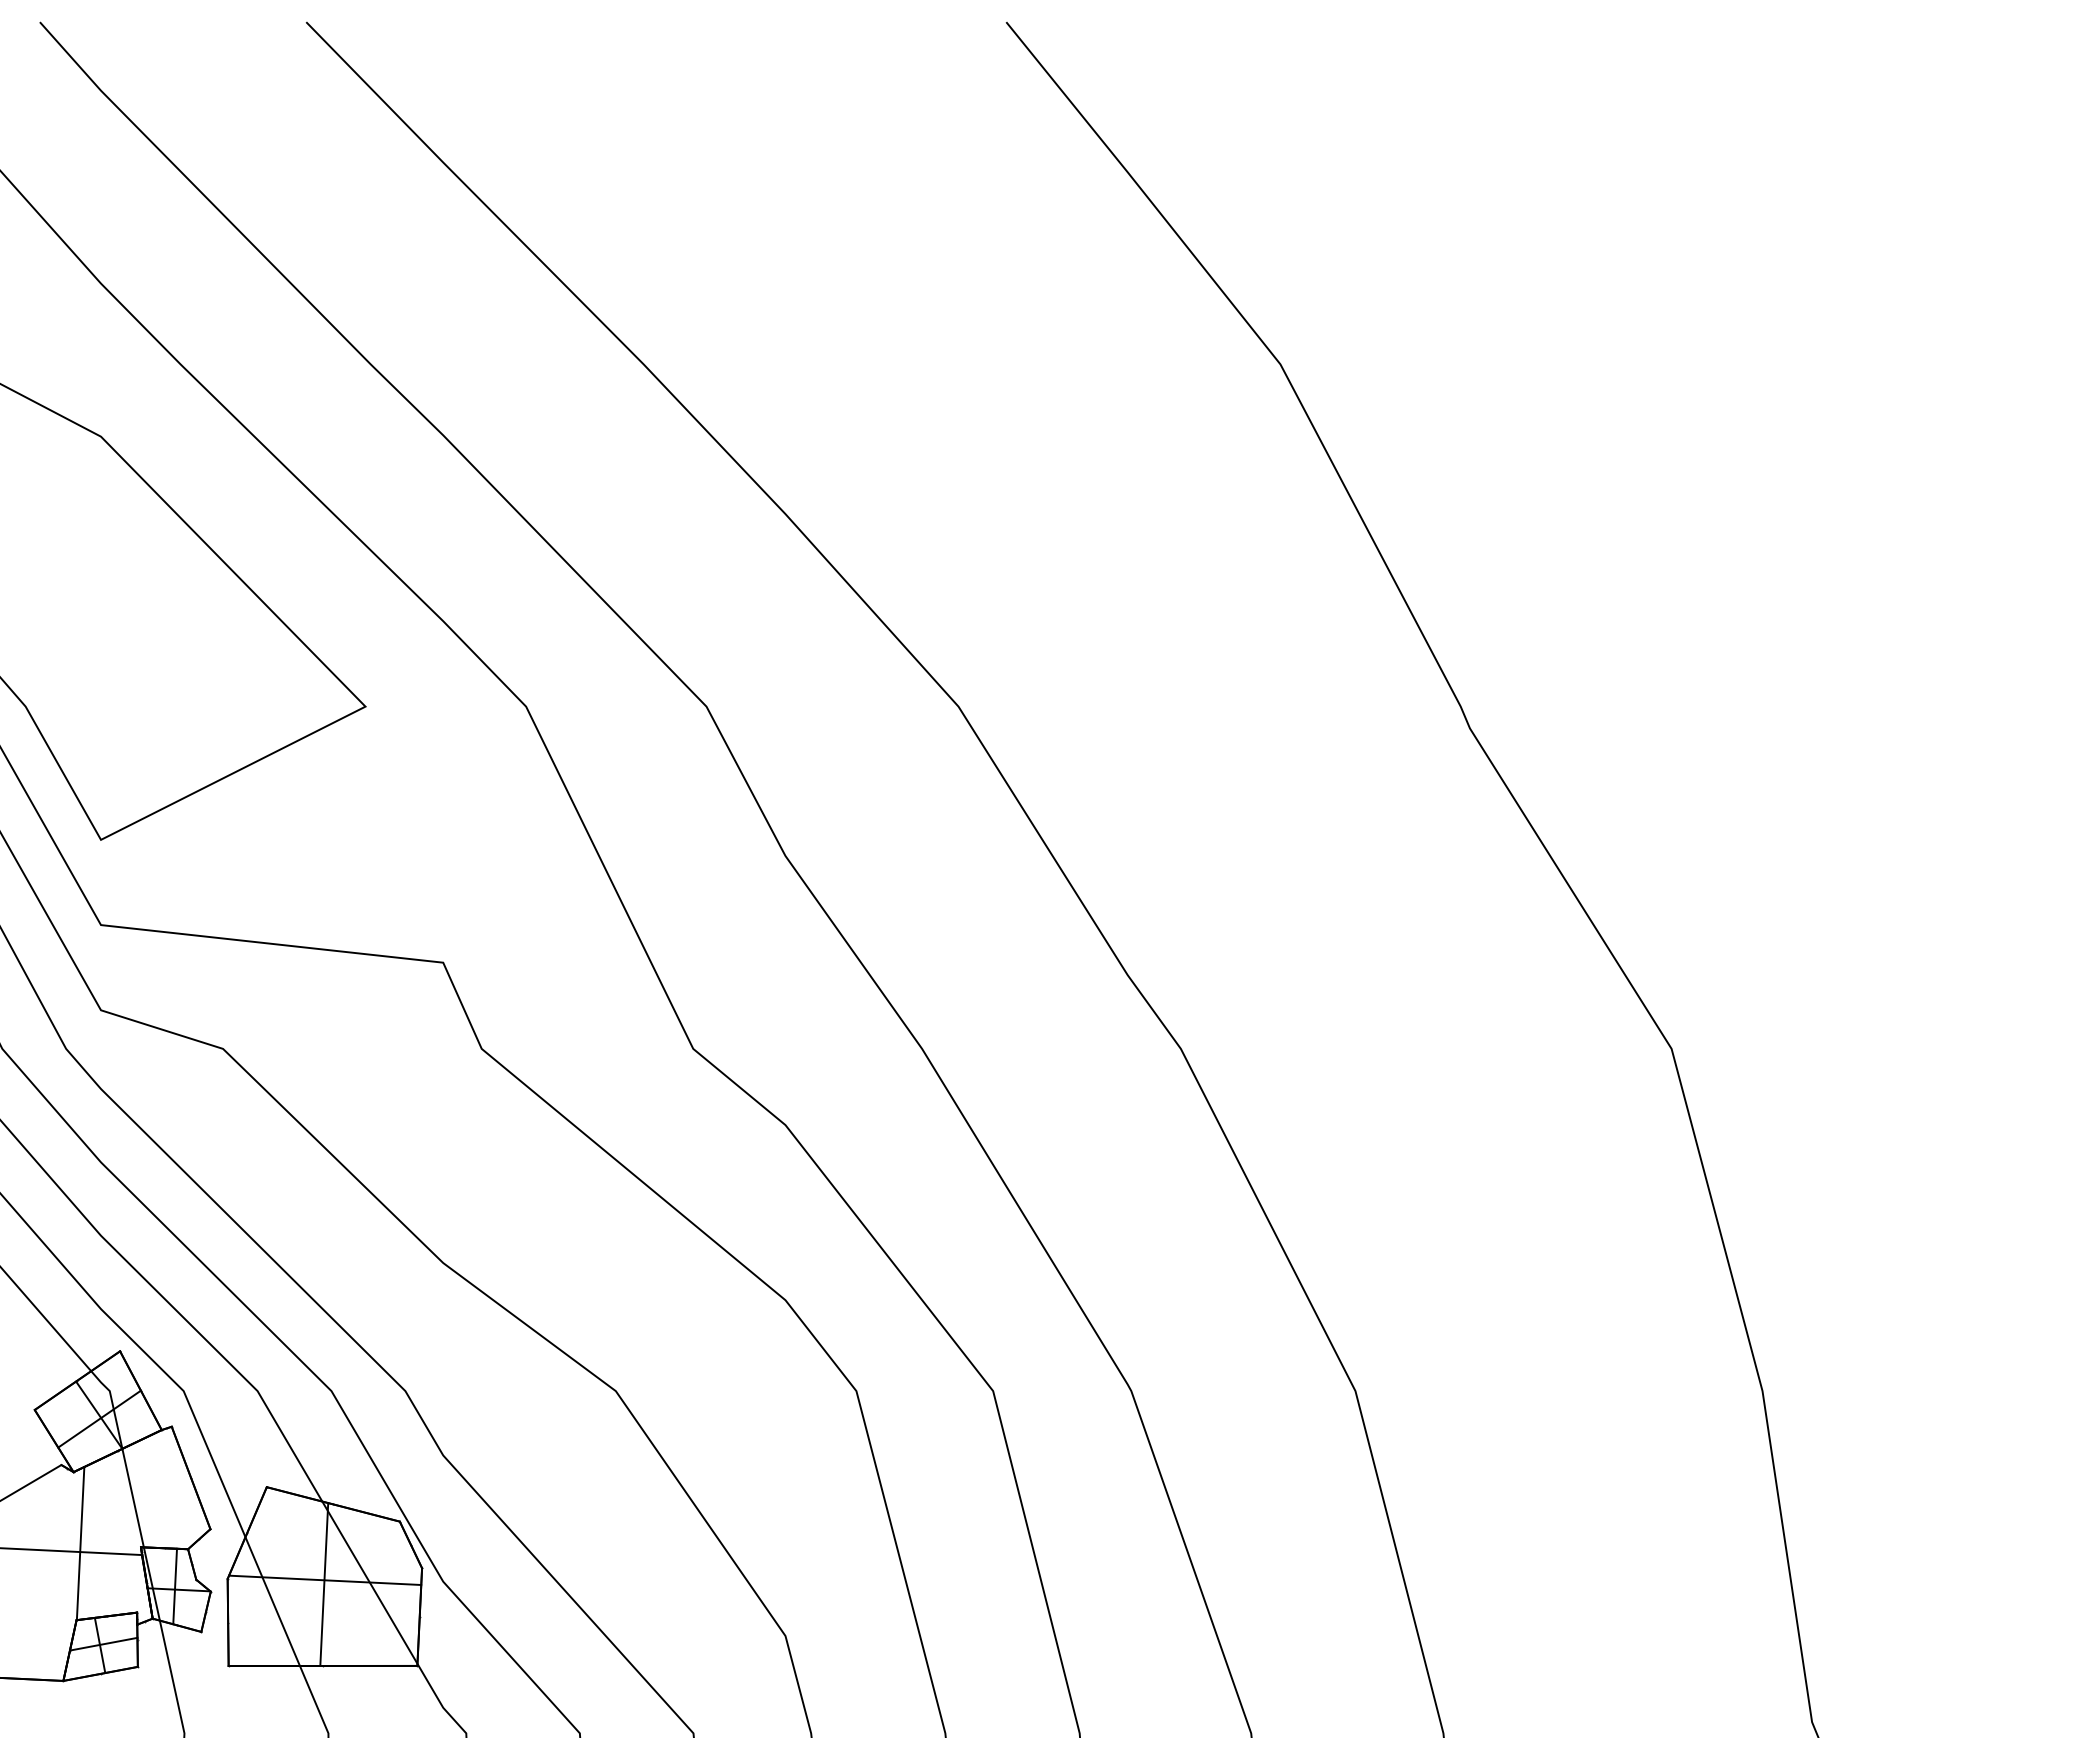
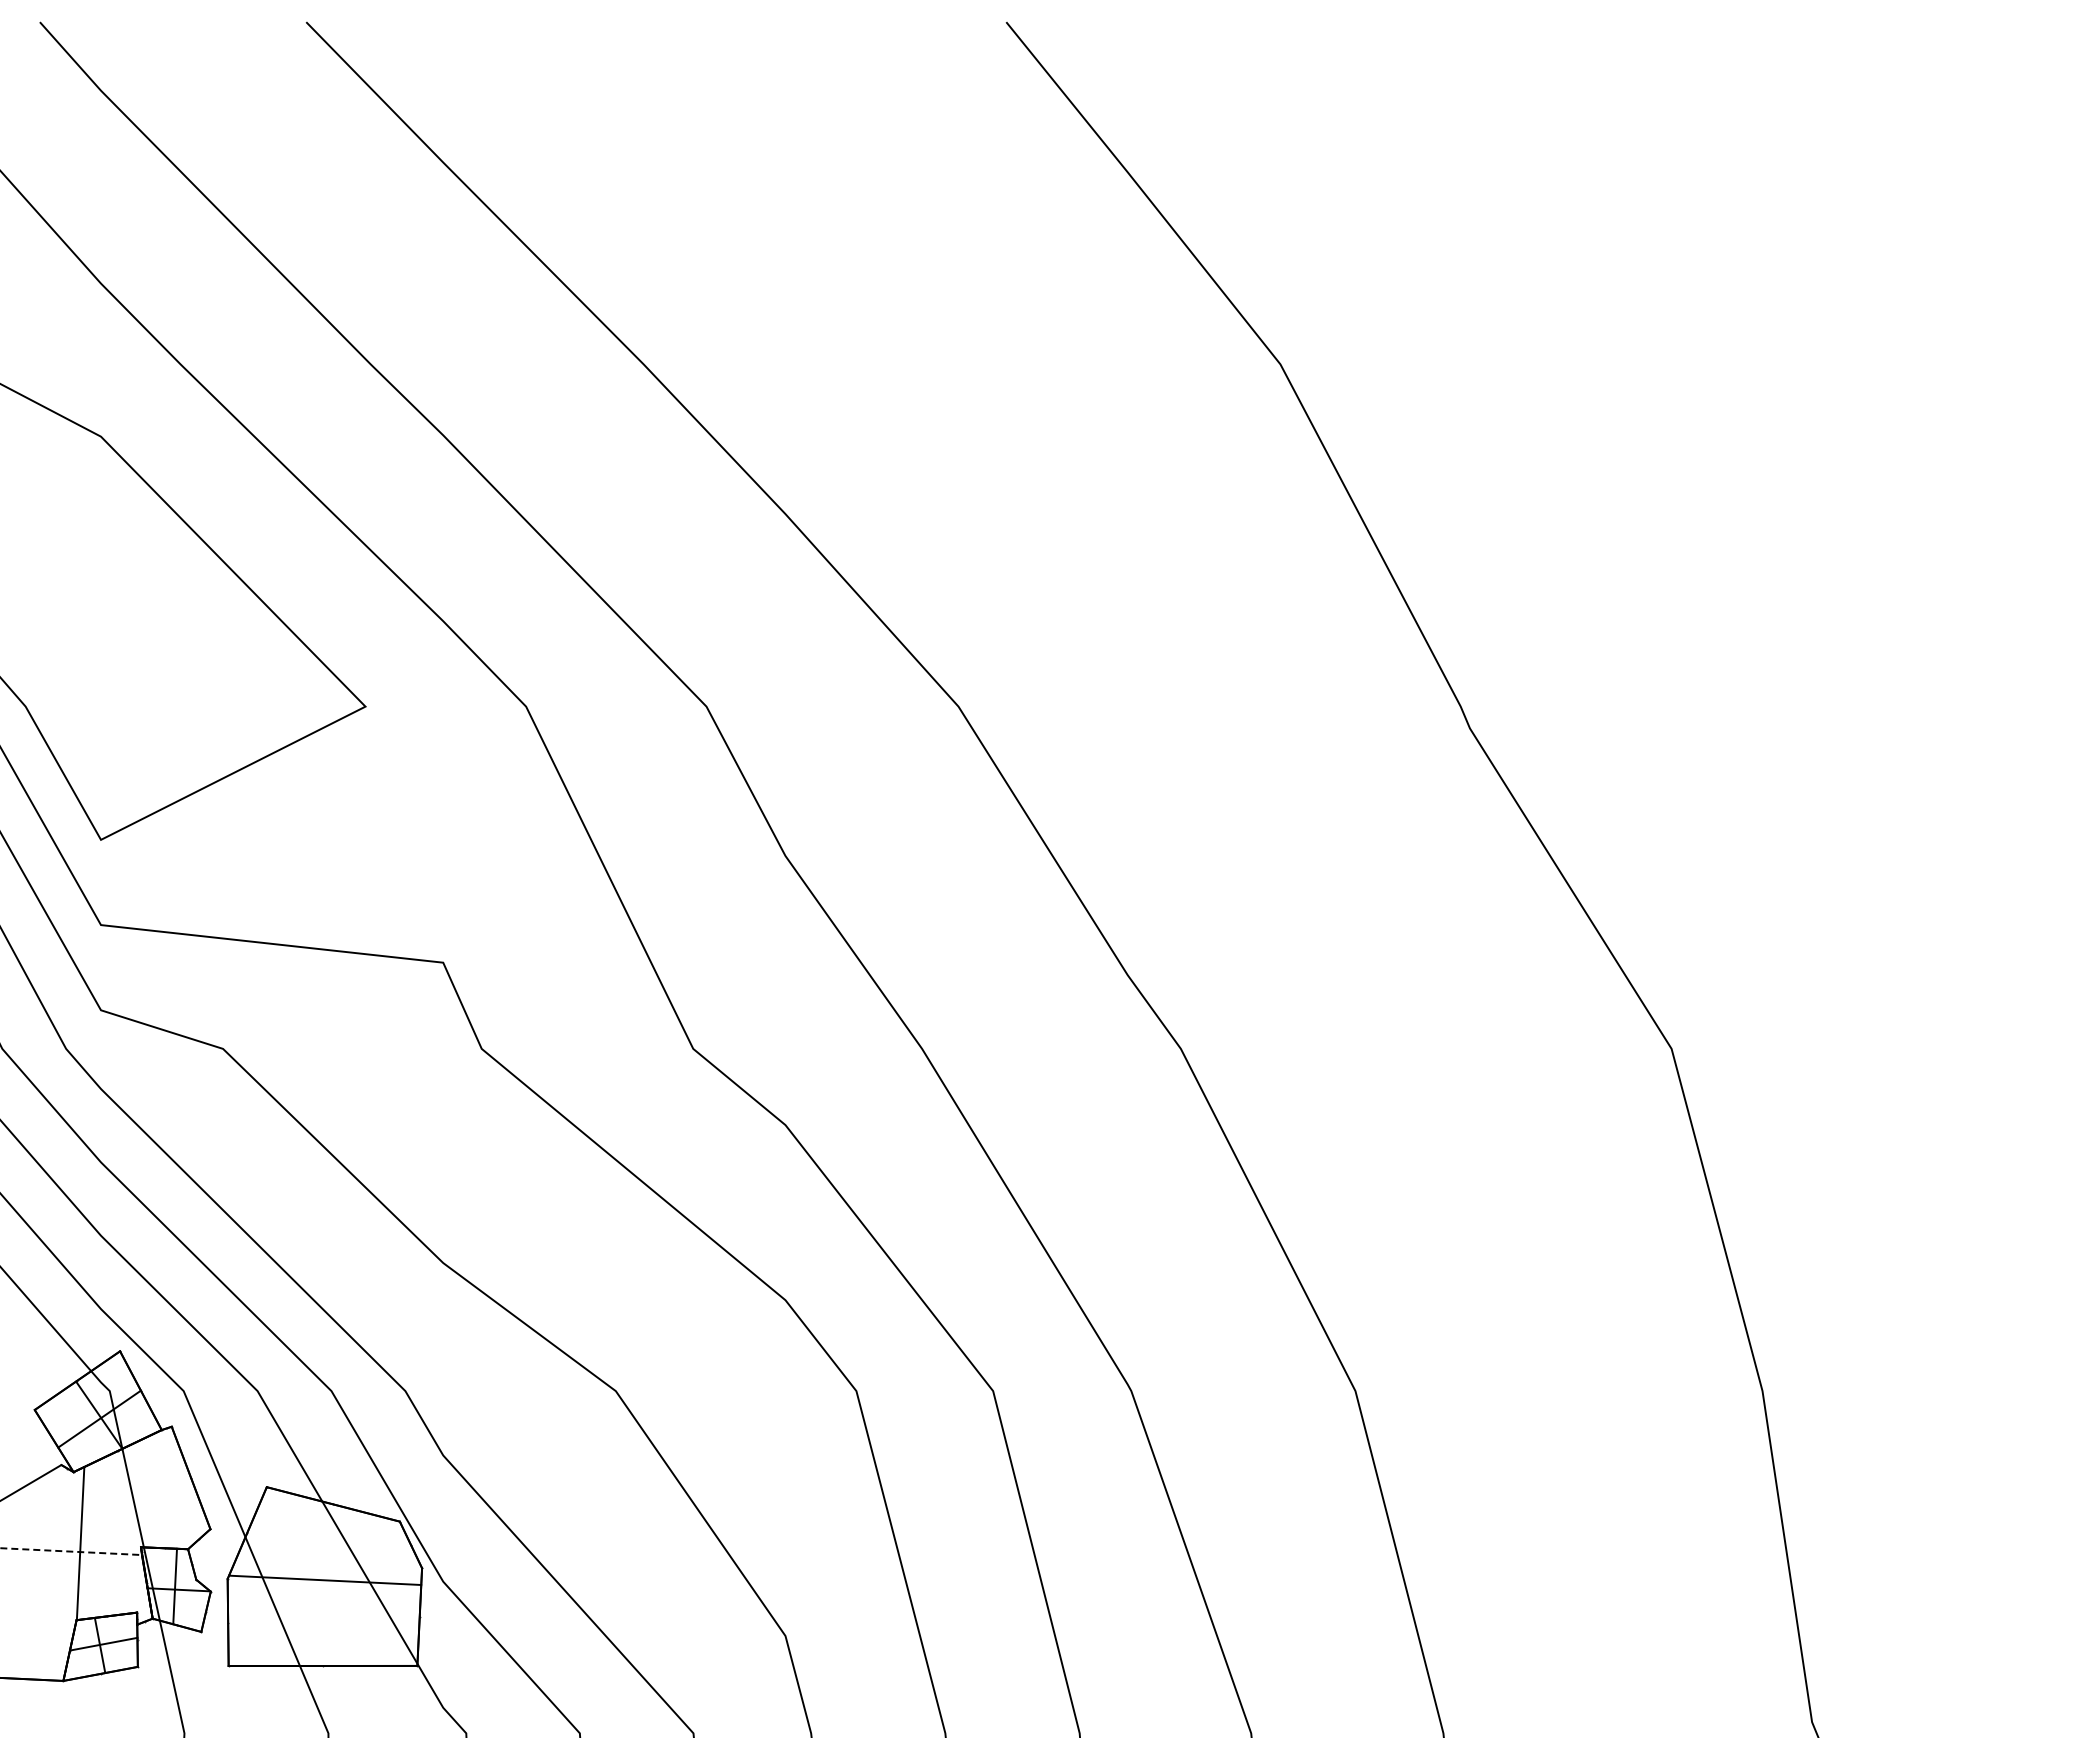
line at (71, 1551): solid -> dashed
line at (324, 1584): present -> none
